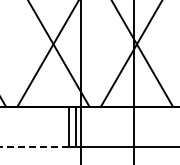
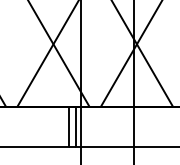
line at (34, 147): dashed -> solid
